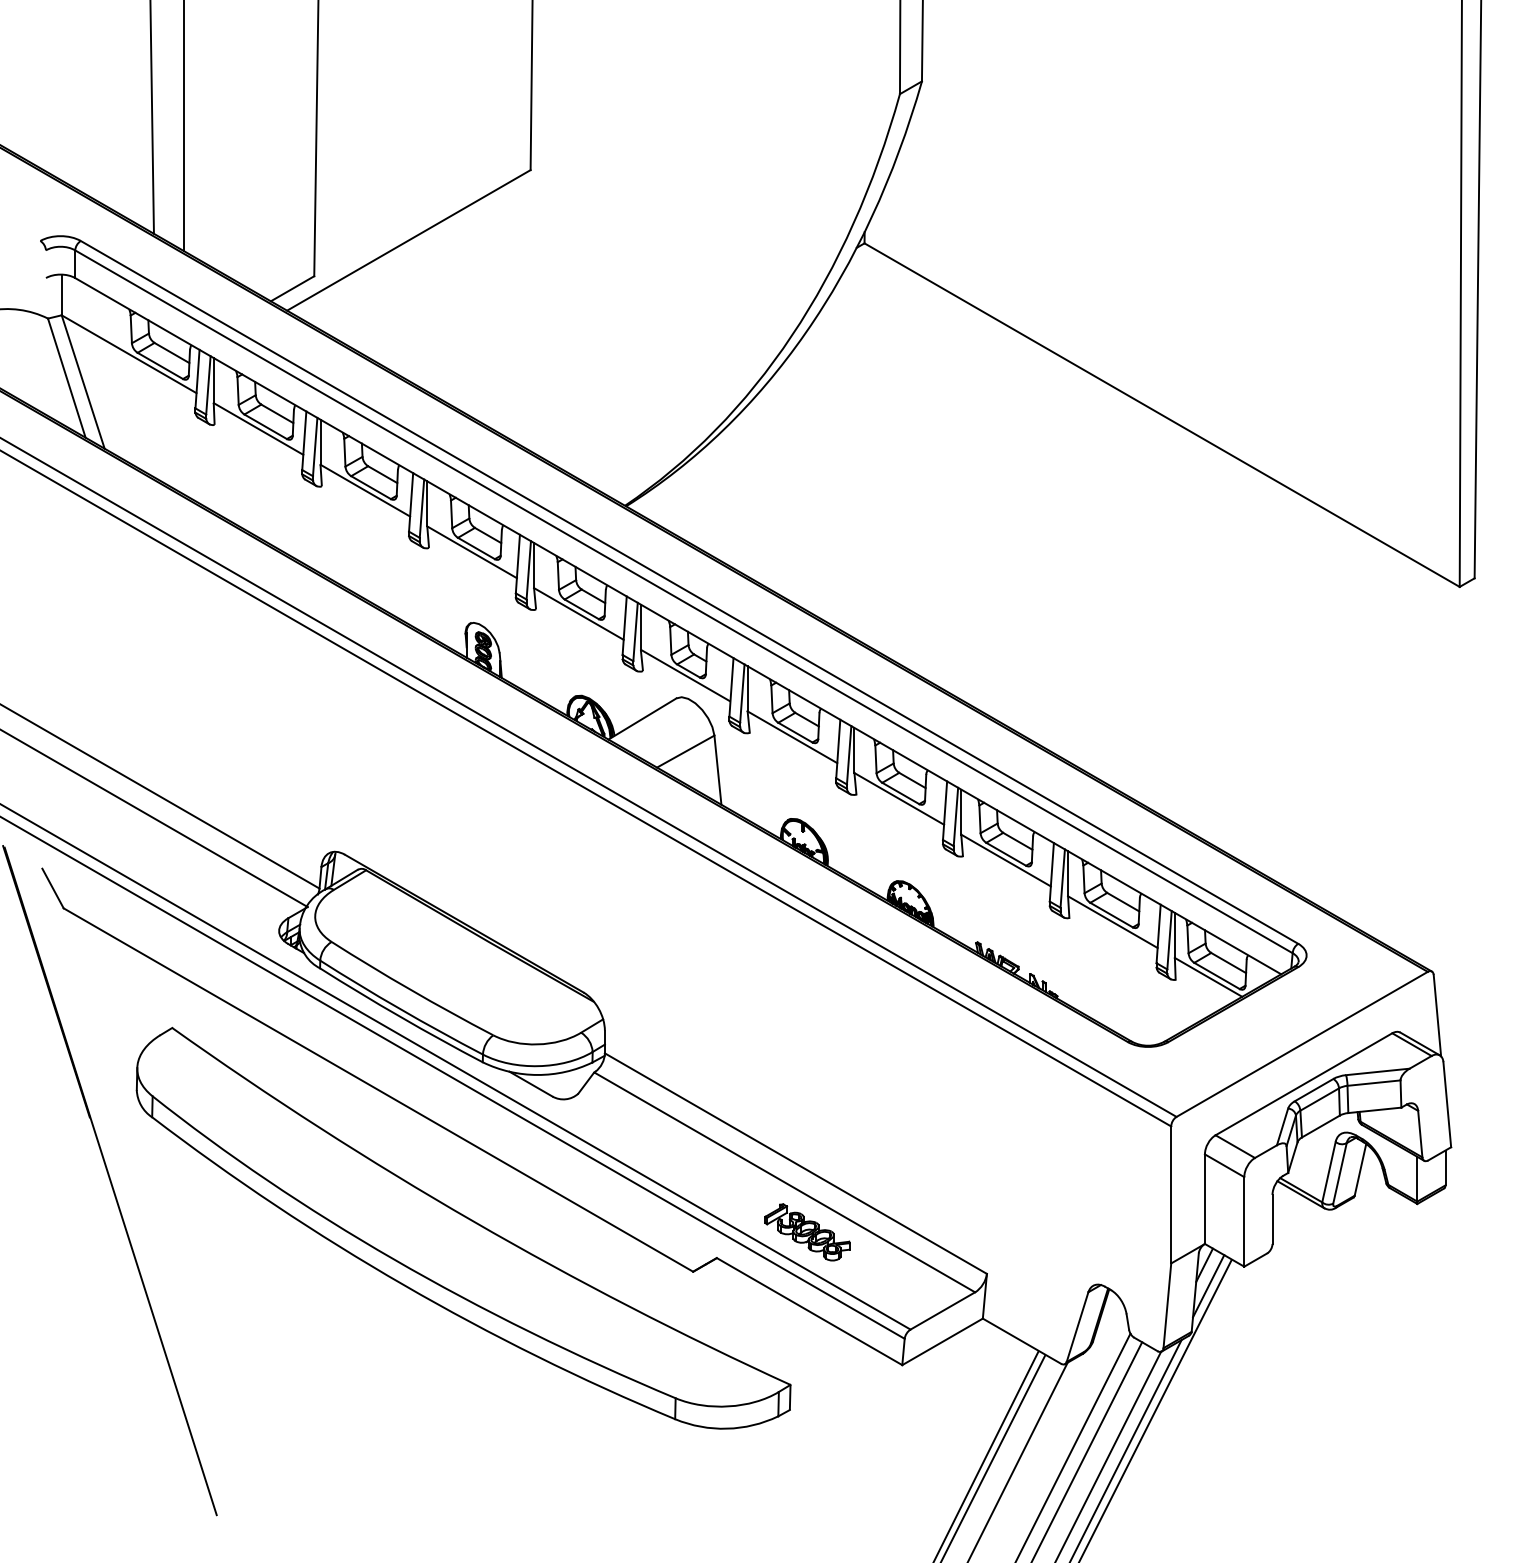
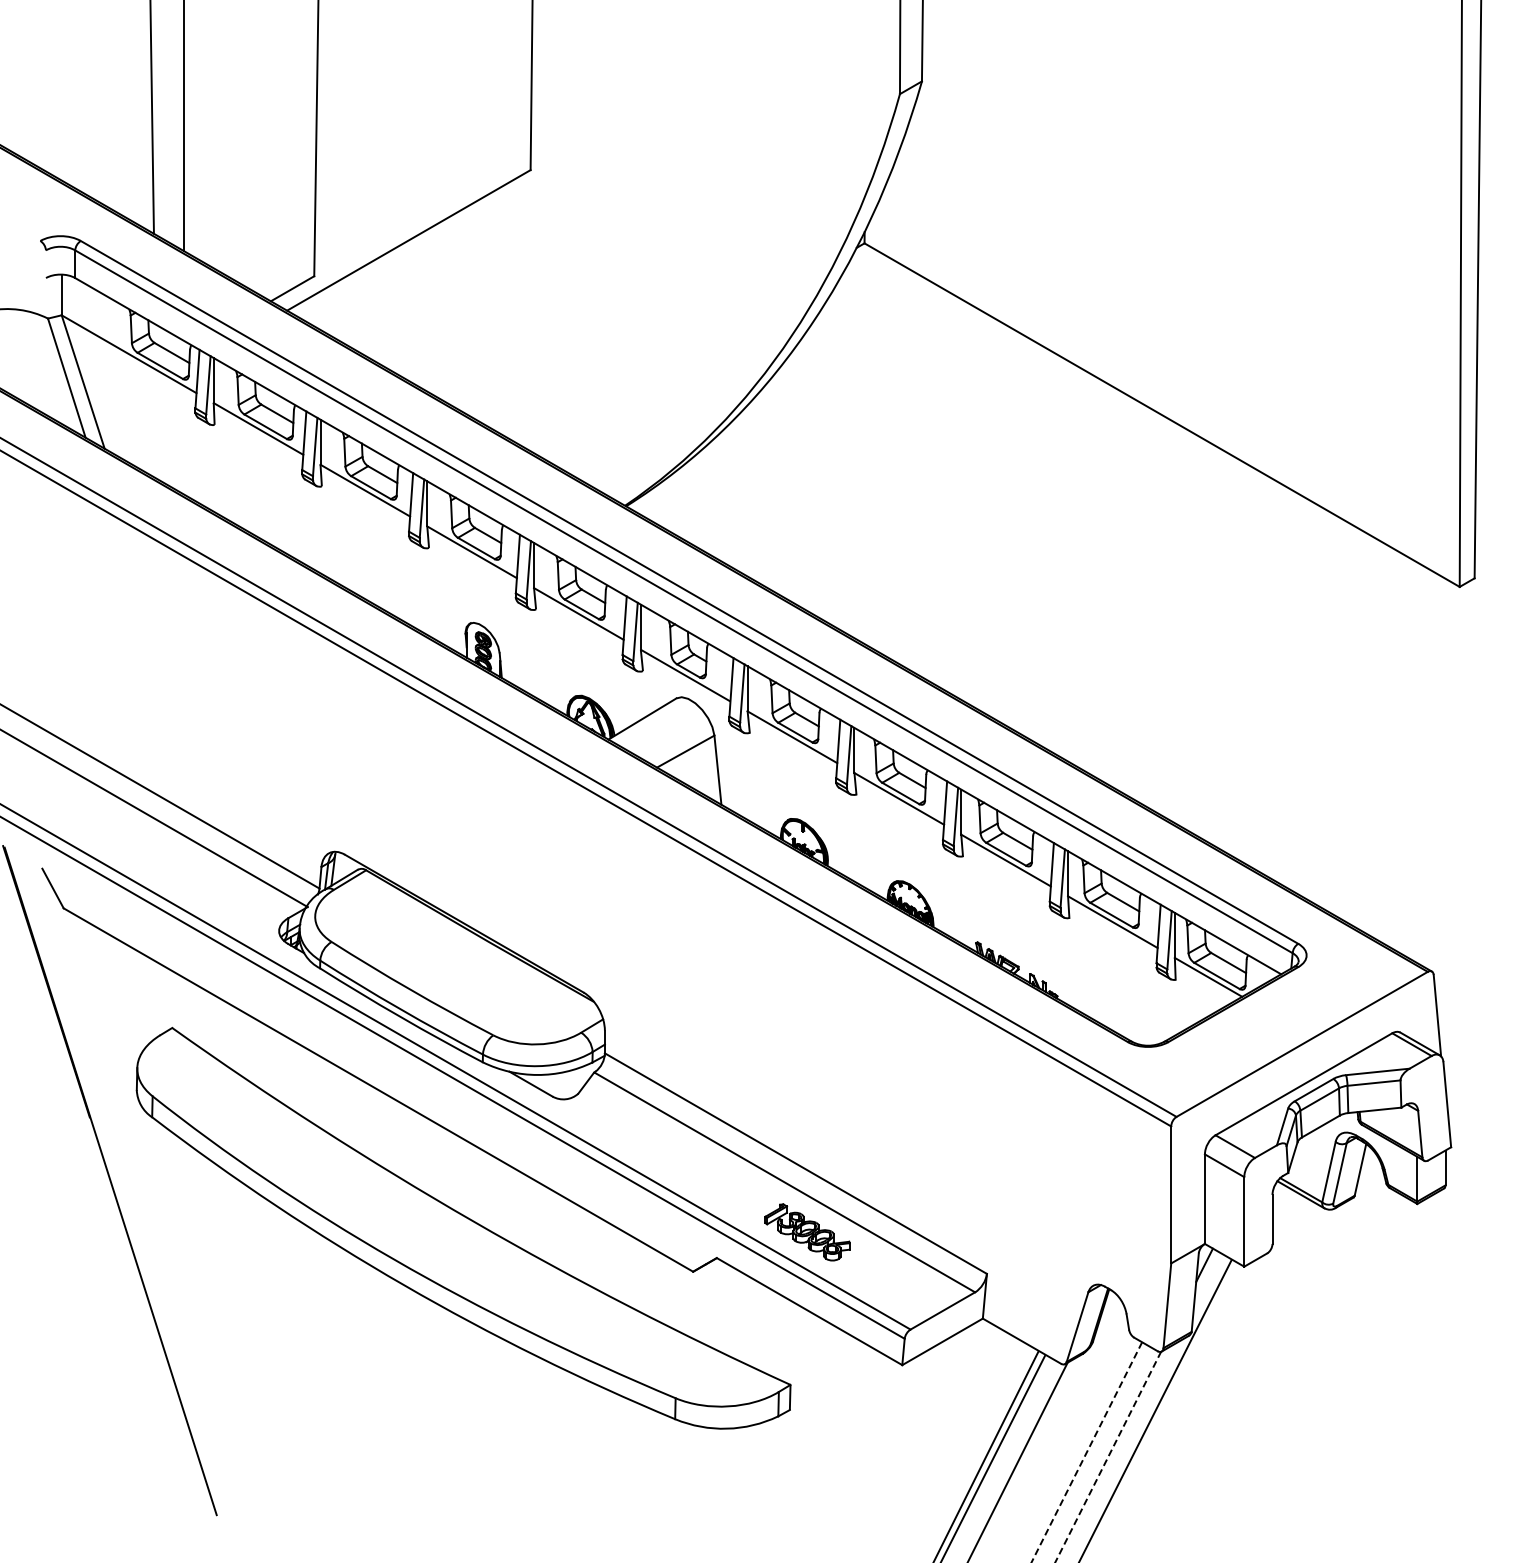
line at (1208, 1286): present -> none
line at (1073, 1446): present -> none
line at (1126, 1449): present -> none
line at (1086, 1453): solid -> dashed
line at (1108, 1456): solid -> dashed
